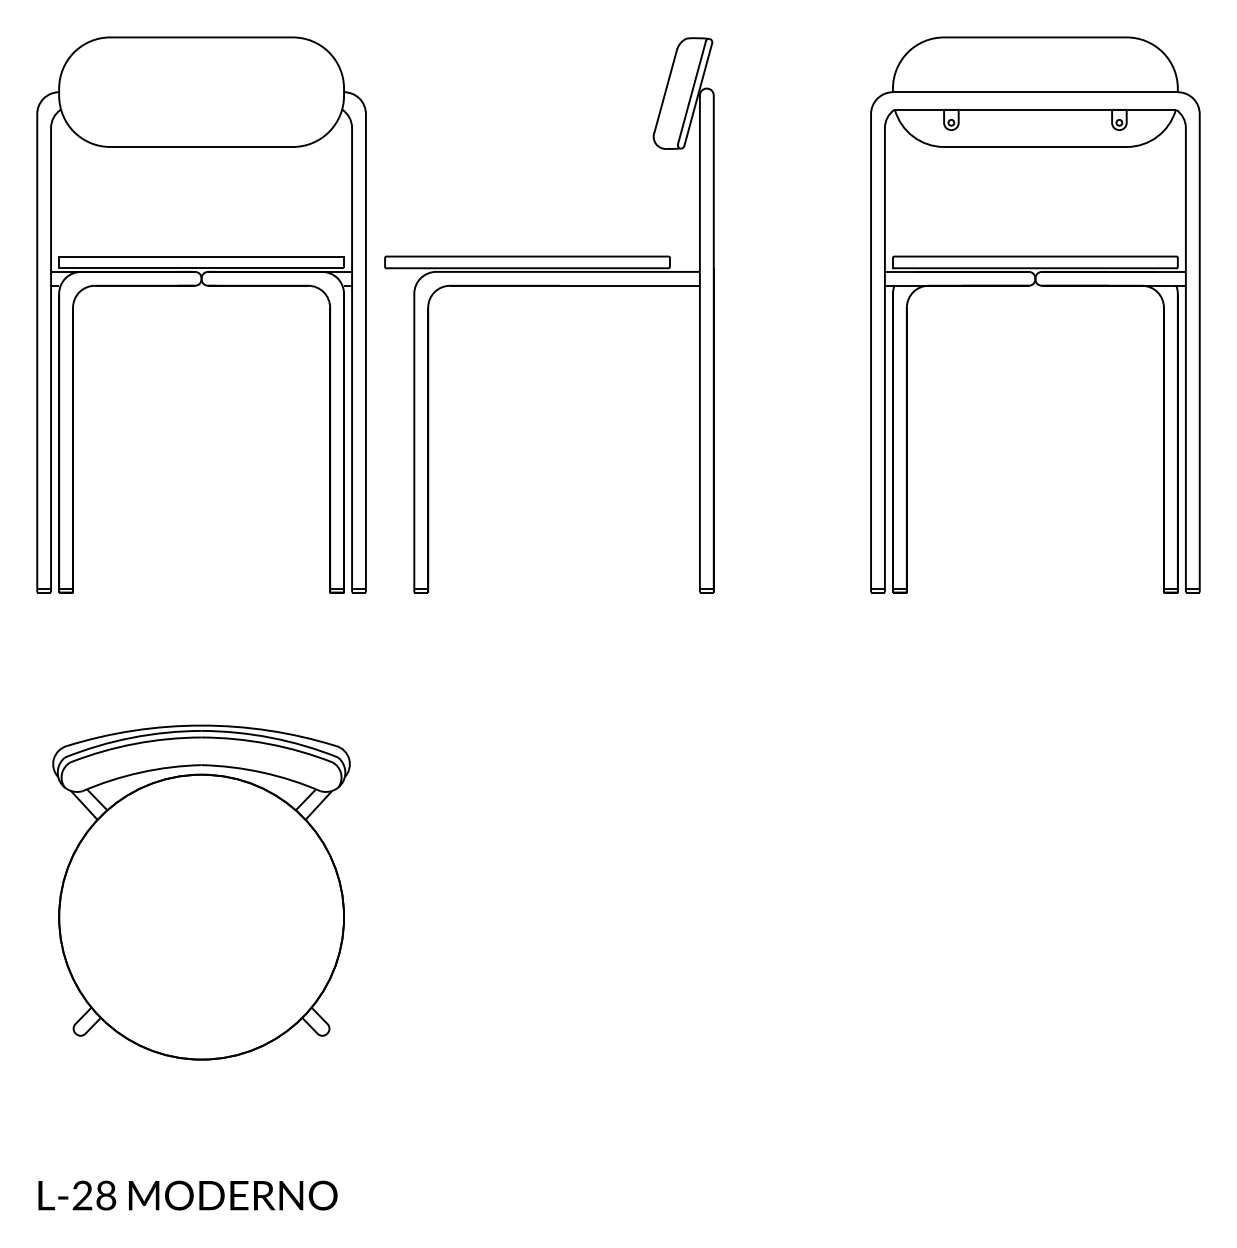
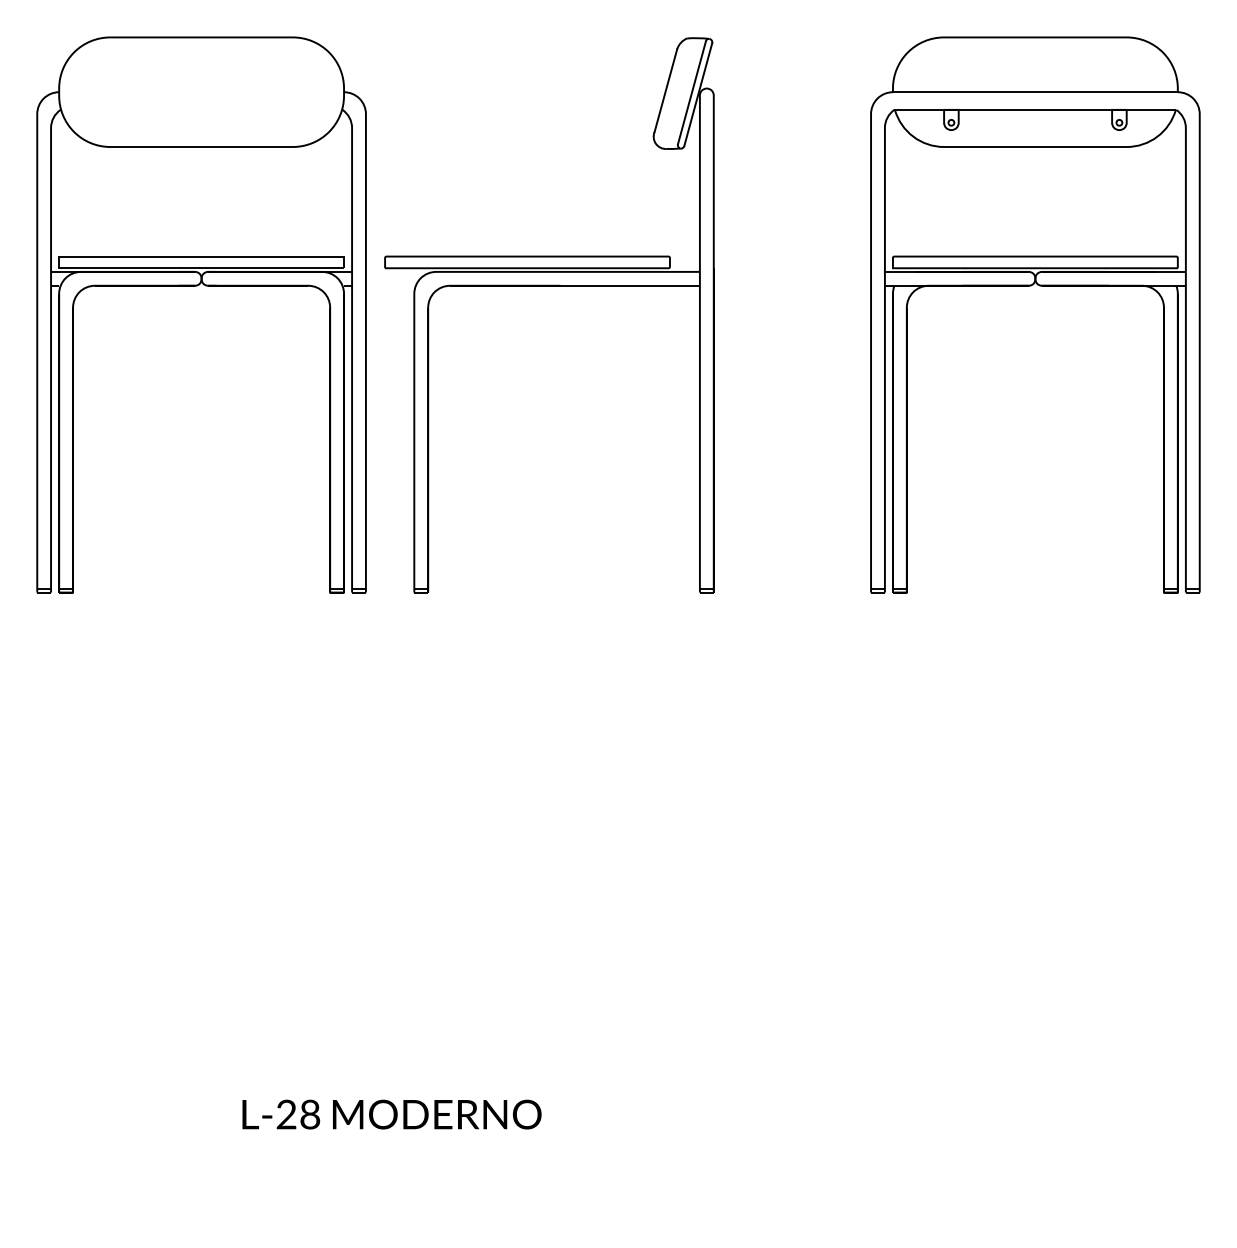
part at (201, 892): present -> none
text at (187, 1195) position: (187, 1195) -> (391, 1114)
